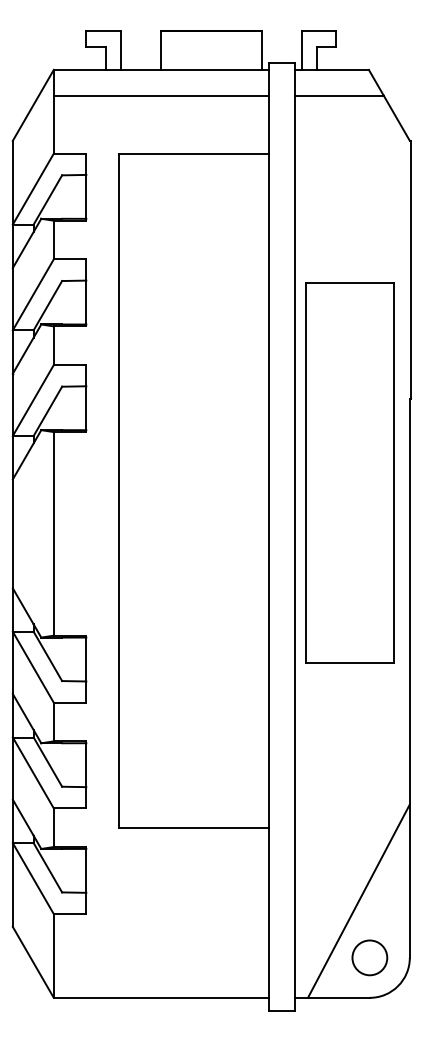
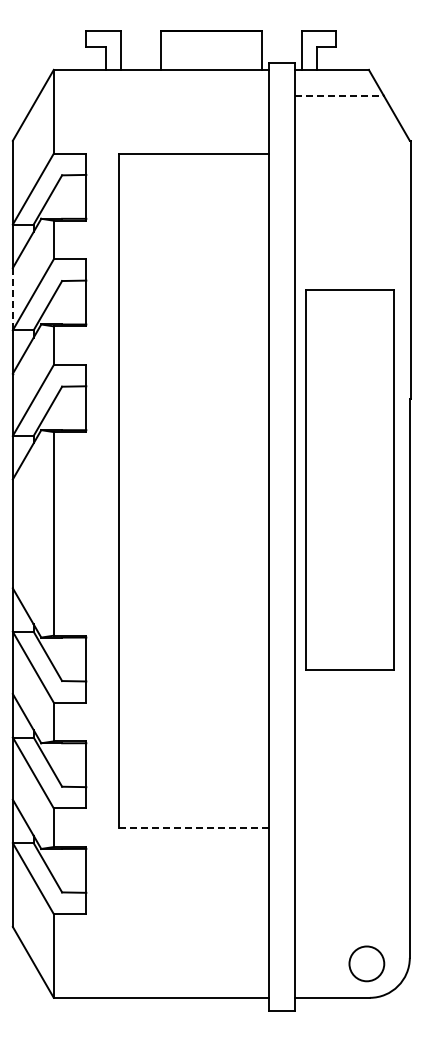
line at (161, 95): present -> none
line at (339, 95): solid -> dashed
line at (12, 298): solid -> dashed
part at (349, 472) position: (349, 472) -> (349, 479)
line at (193, 827): solid -> dashed
line at (358, 900): present -> none
circle at (369, 957) position: (369, 957) -> (366, 963)
